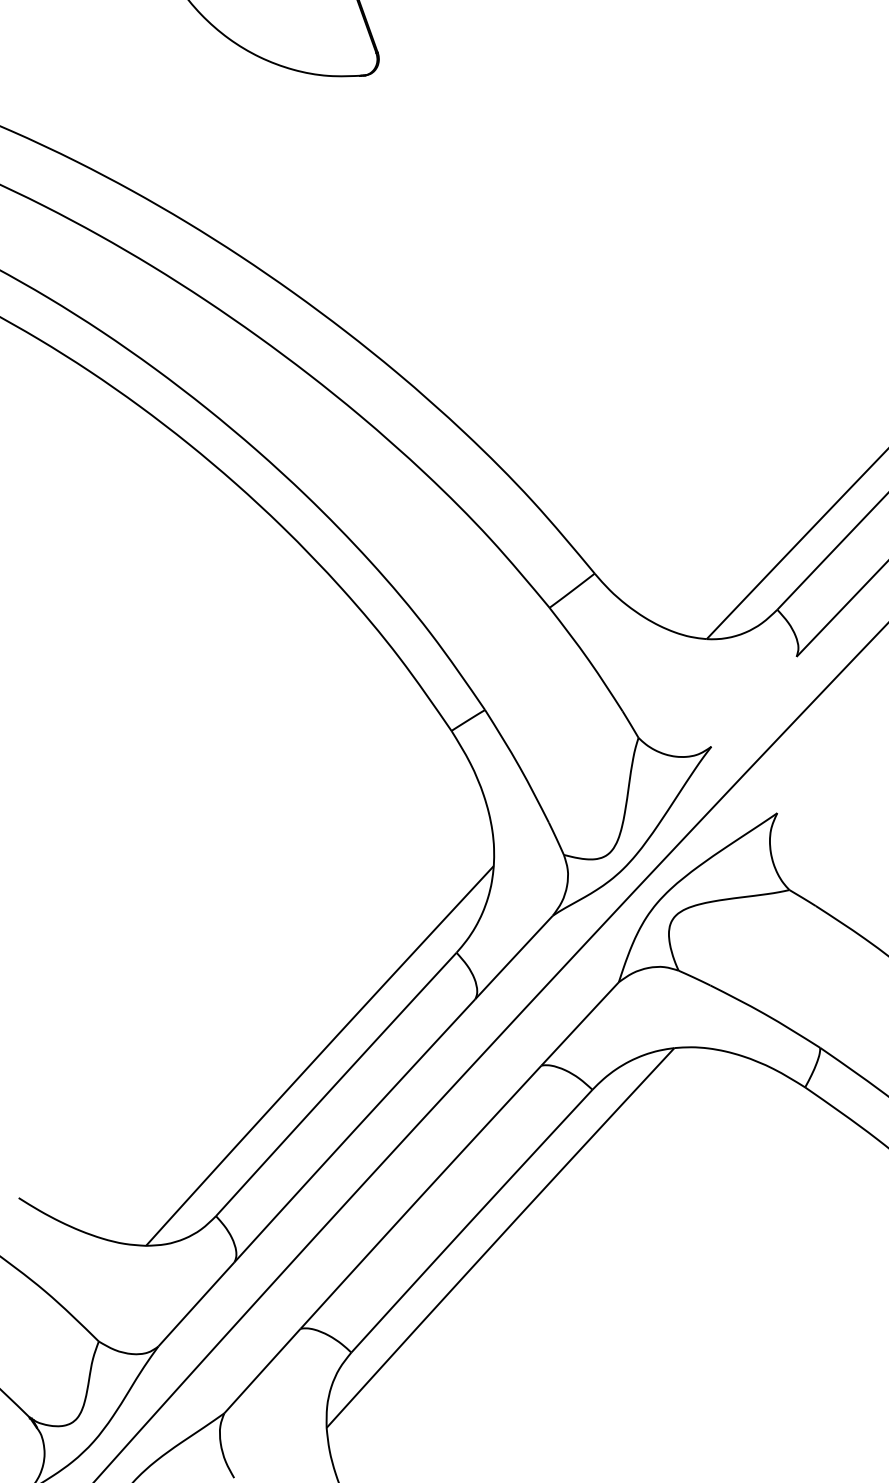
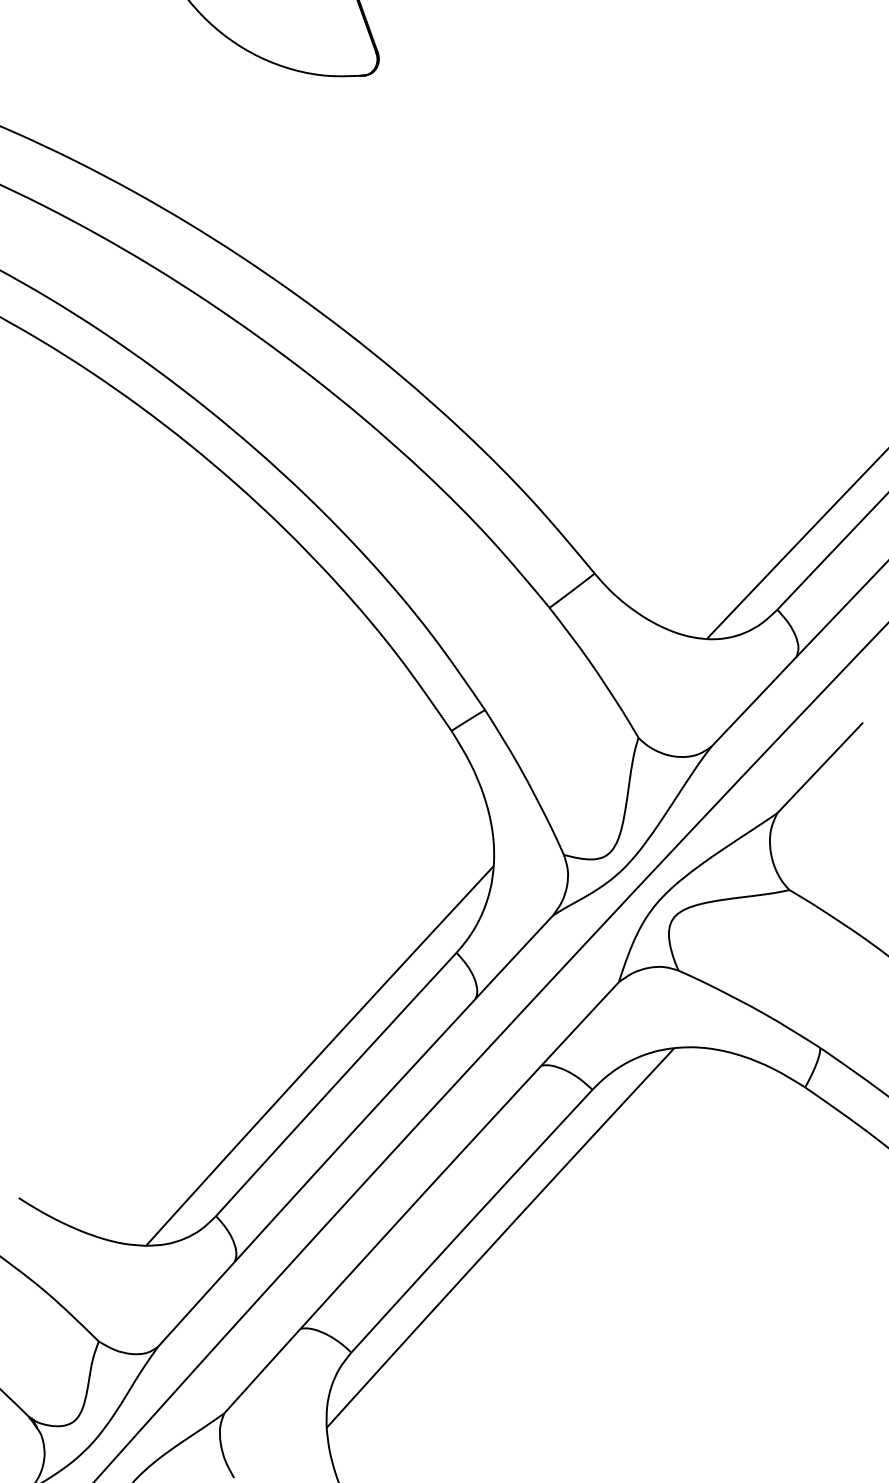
line at (753, 701): none -> present
line at (819, 768): none -> present
